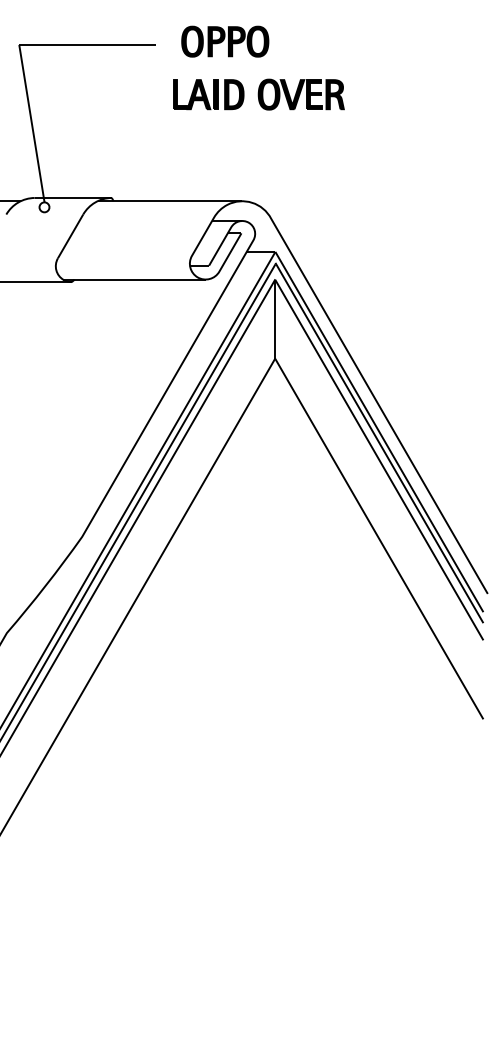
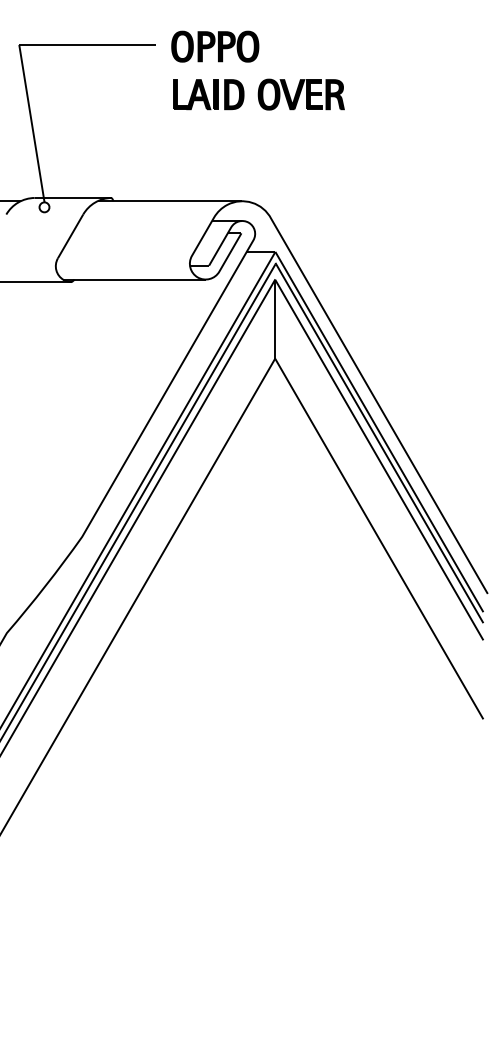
part at (225, 41) position: (225, 41) -> (215, 46)
